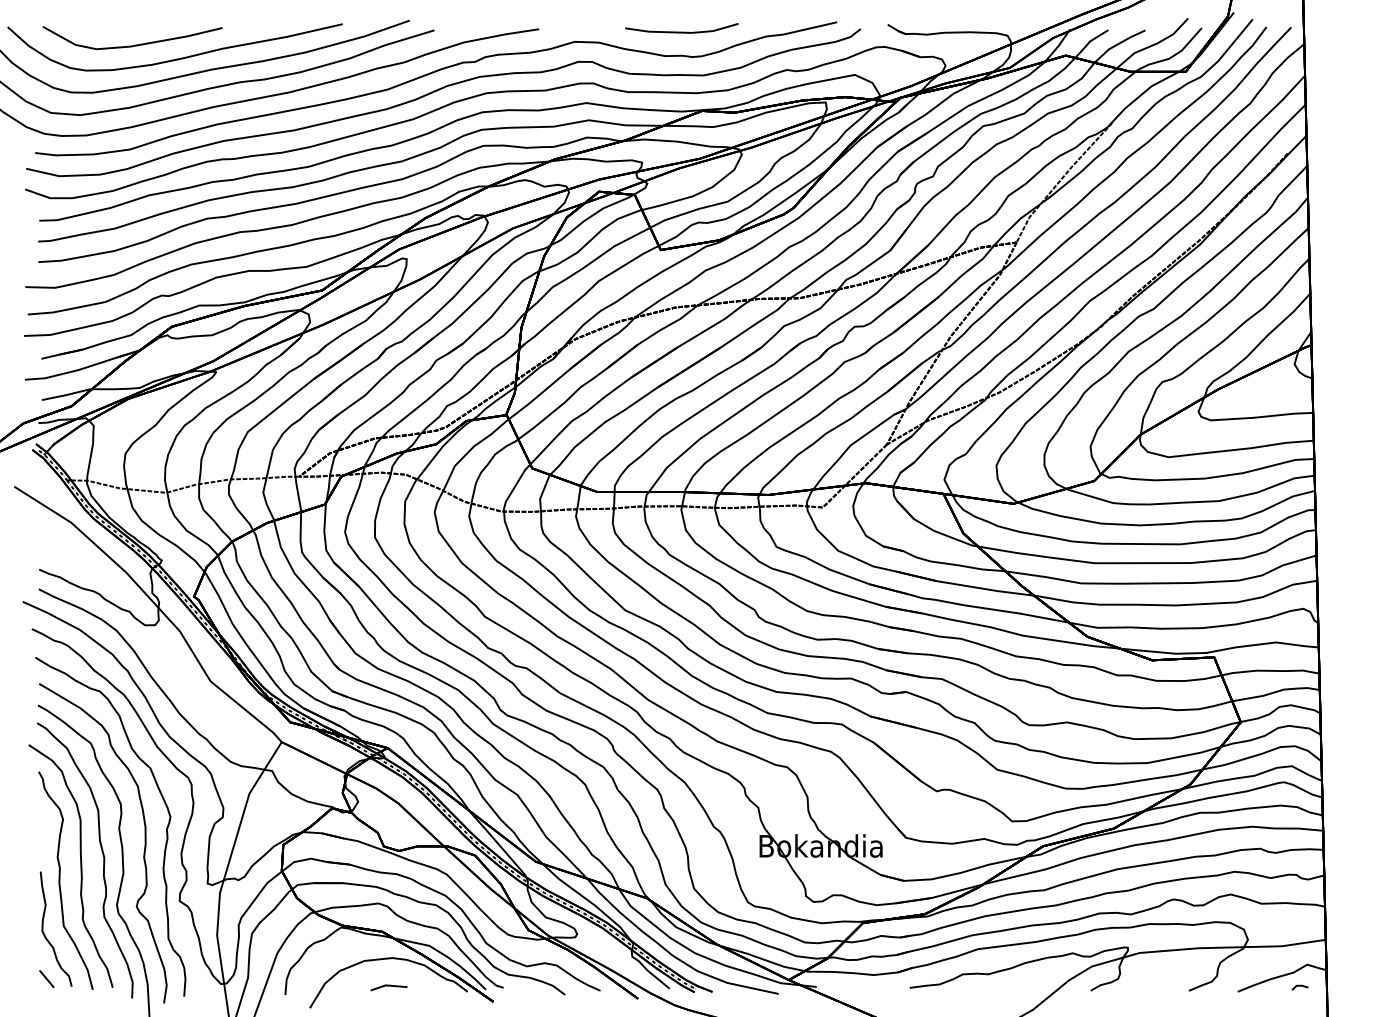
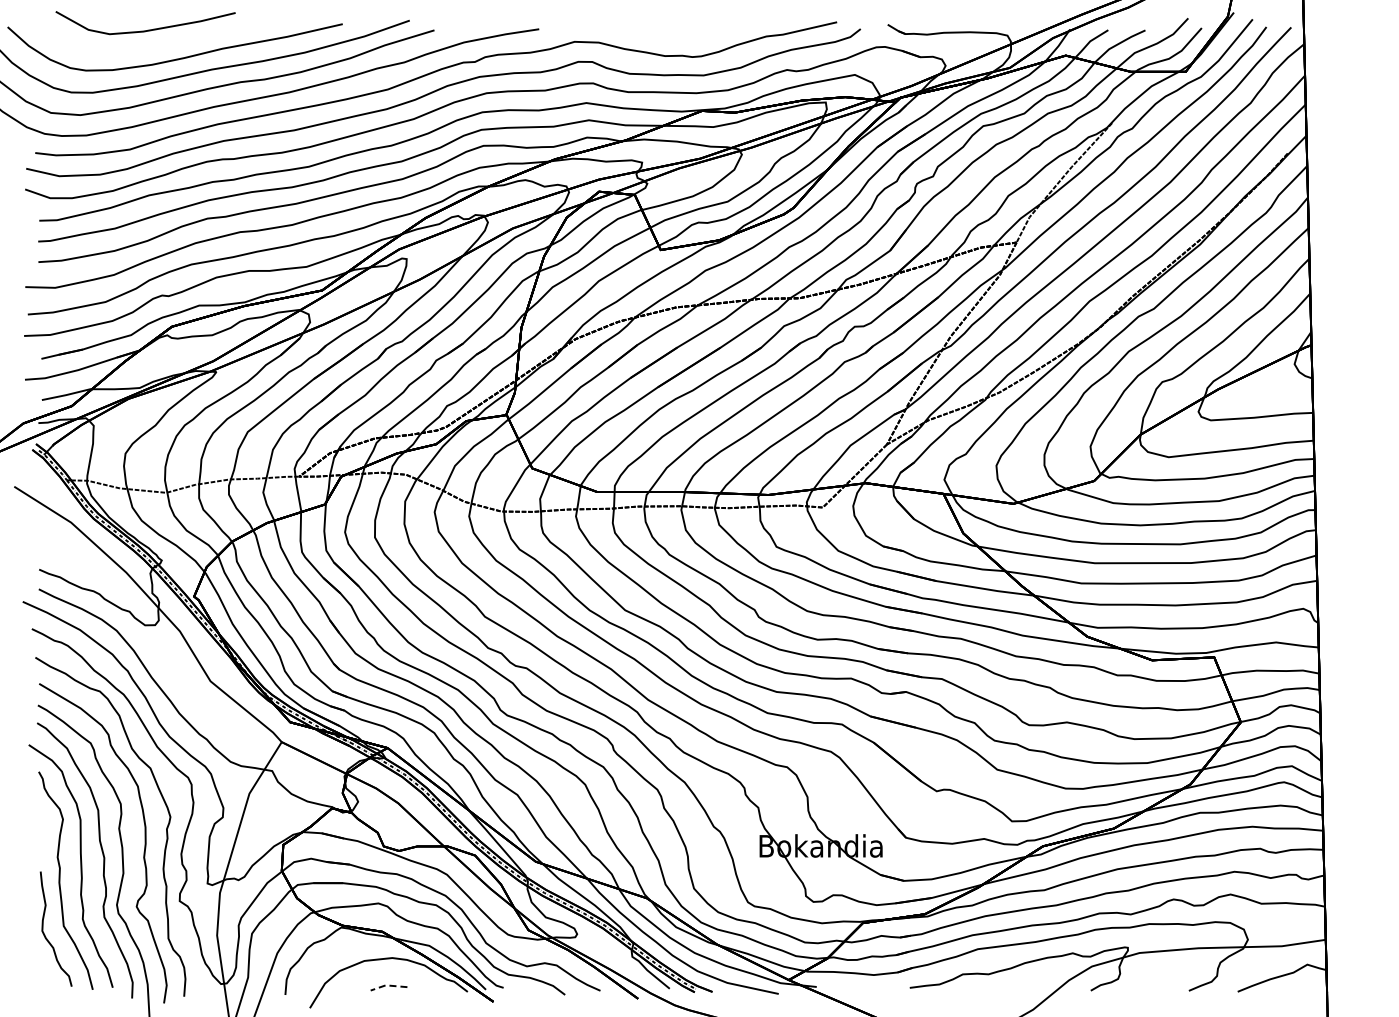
line at (681, 31): present -> none
curve at (135, 44) position: (135, 44) -> (148, 29)
line at (46, 978): present -> none
line at (387, 985): solid -> dashed
line at (1299, 986): present -> none
